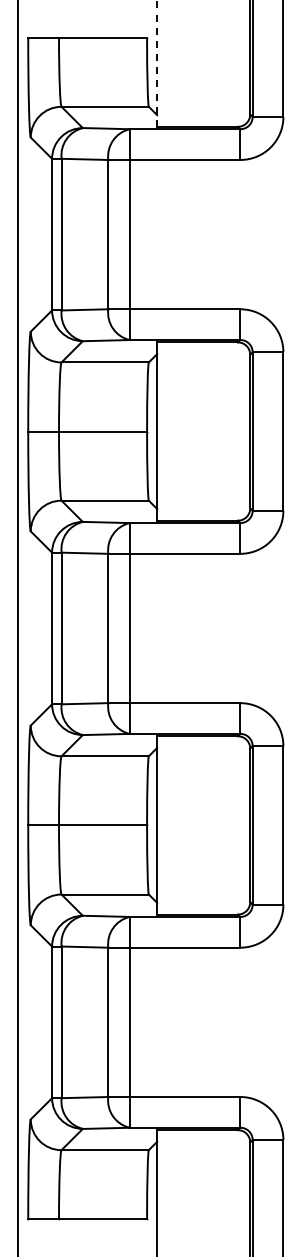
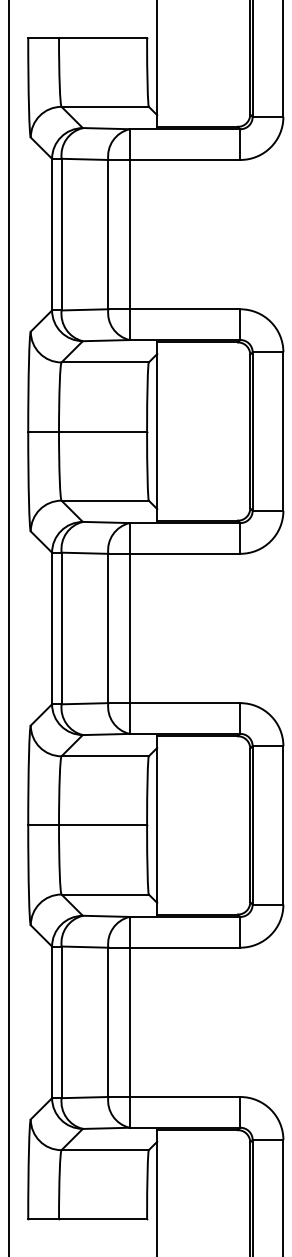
line at (157, 63): dashed -> solid
line at (17, 627) position: (17, 627) -> (8, 627)
